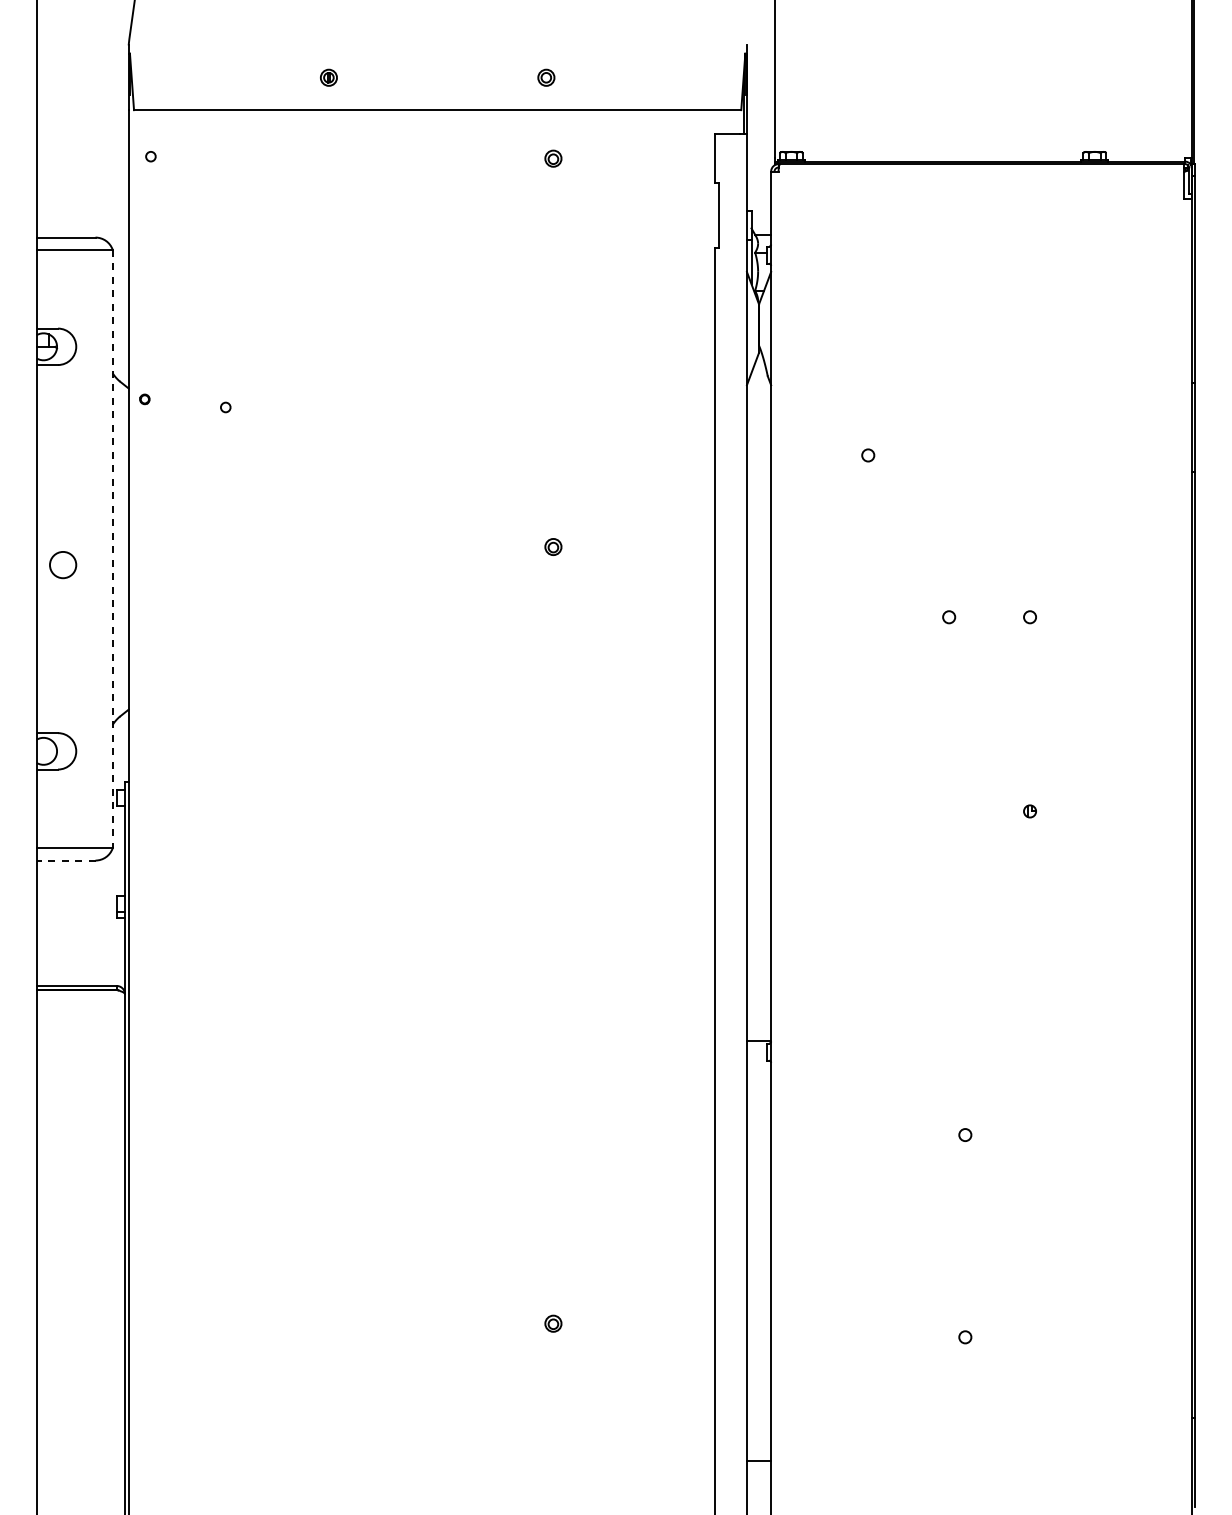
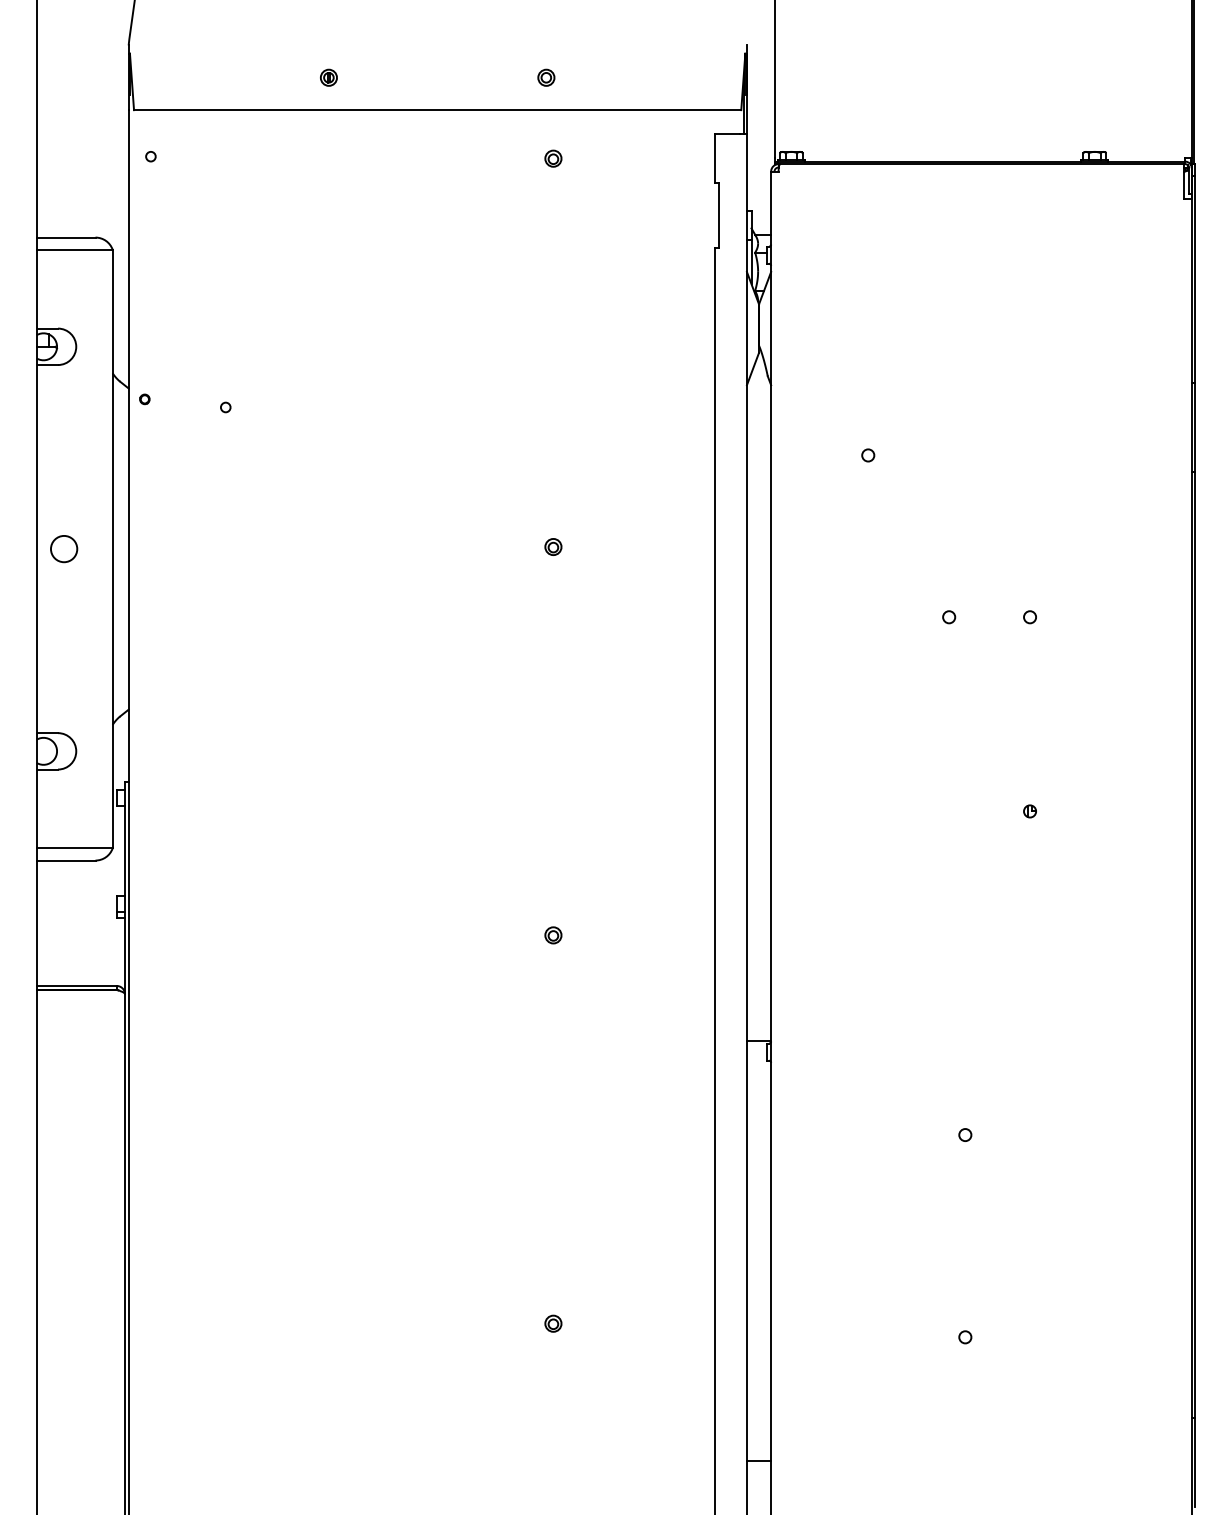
line at (112, 549): dashed -> solid
circle at (63, 565) position: (63, 565) -> (64, 549)
line at (65, 860): dashed -> solid
part at (553, 935): none -> present
